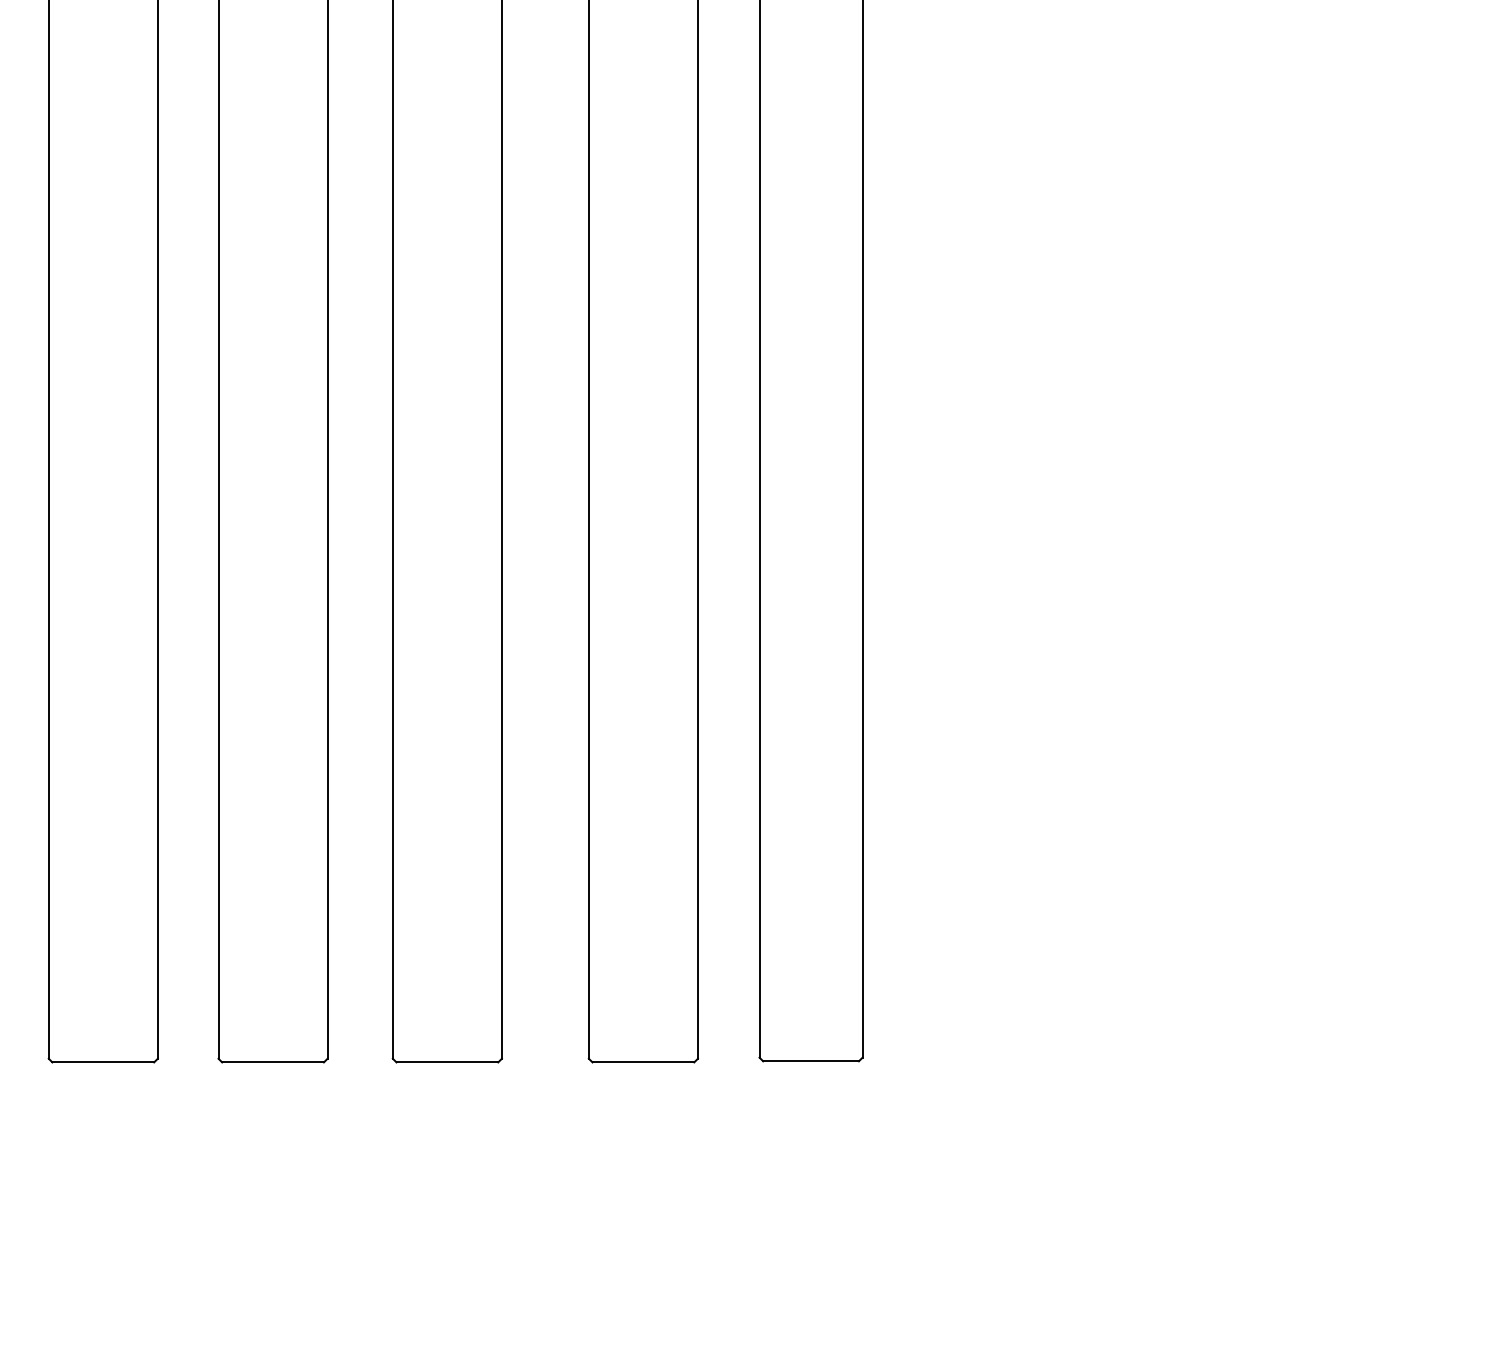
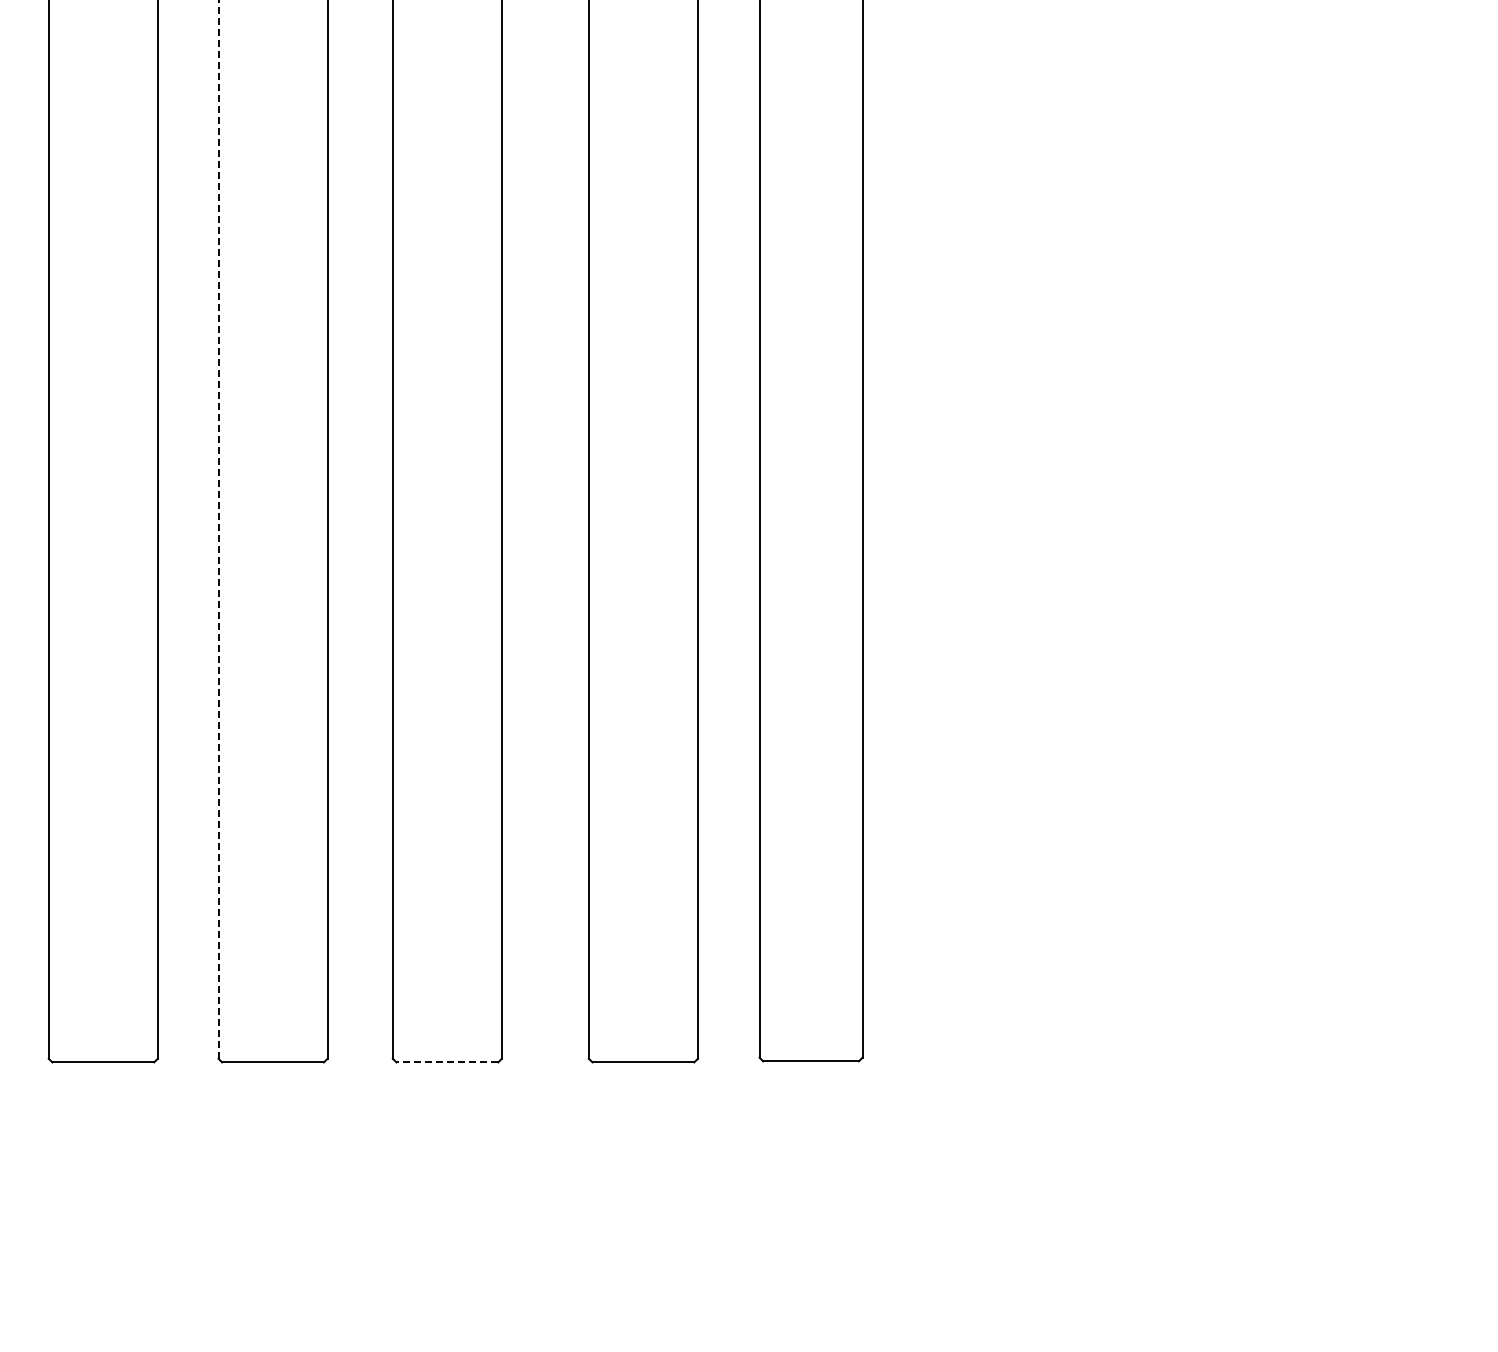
line at (218, 529): solid -> dashed
line at (447, 1062): solid -> dashed
